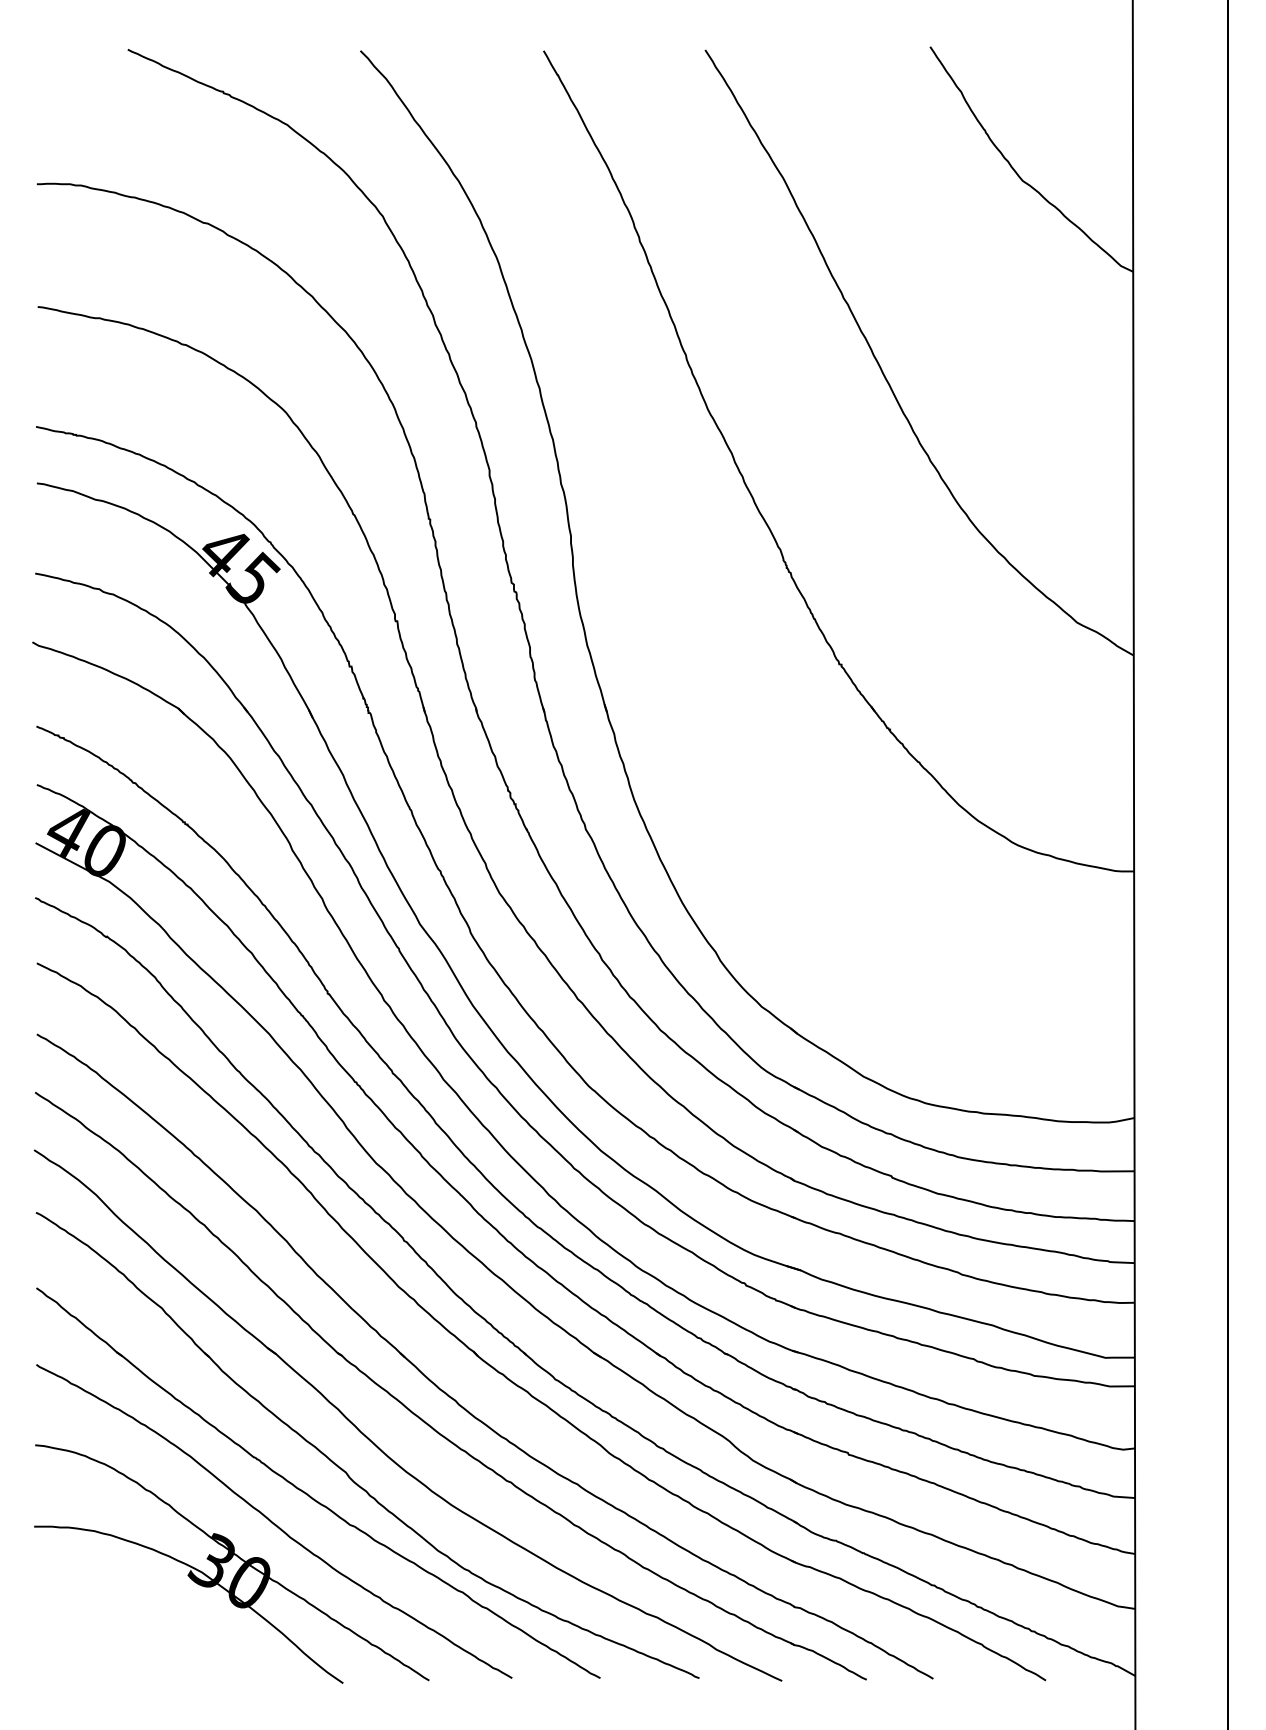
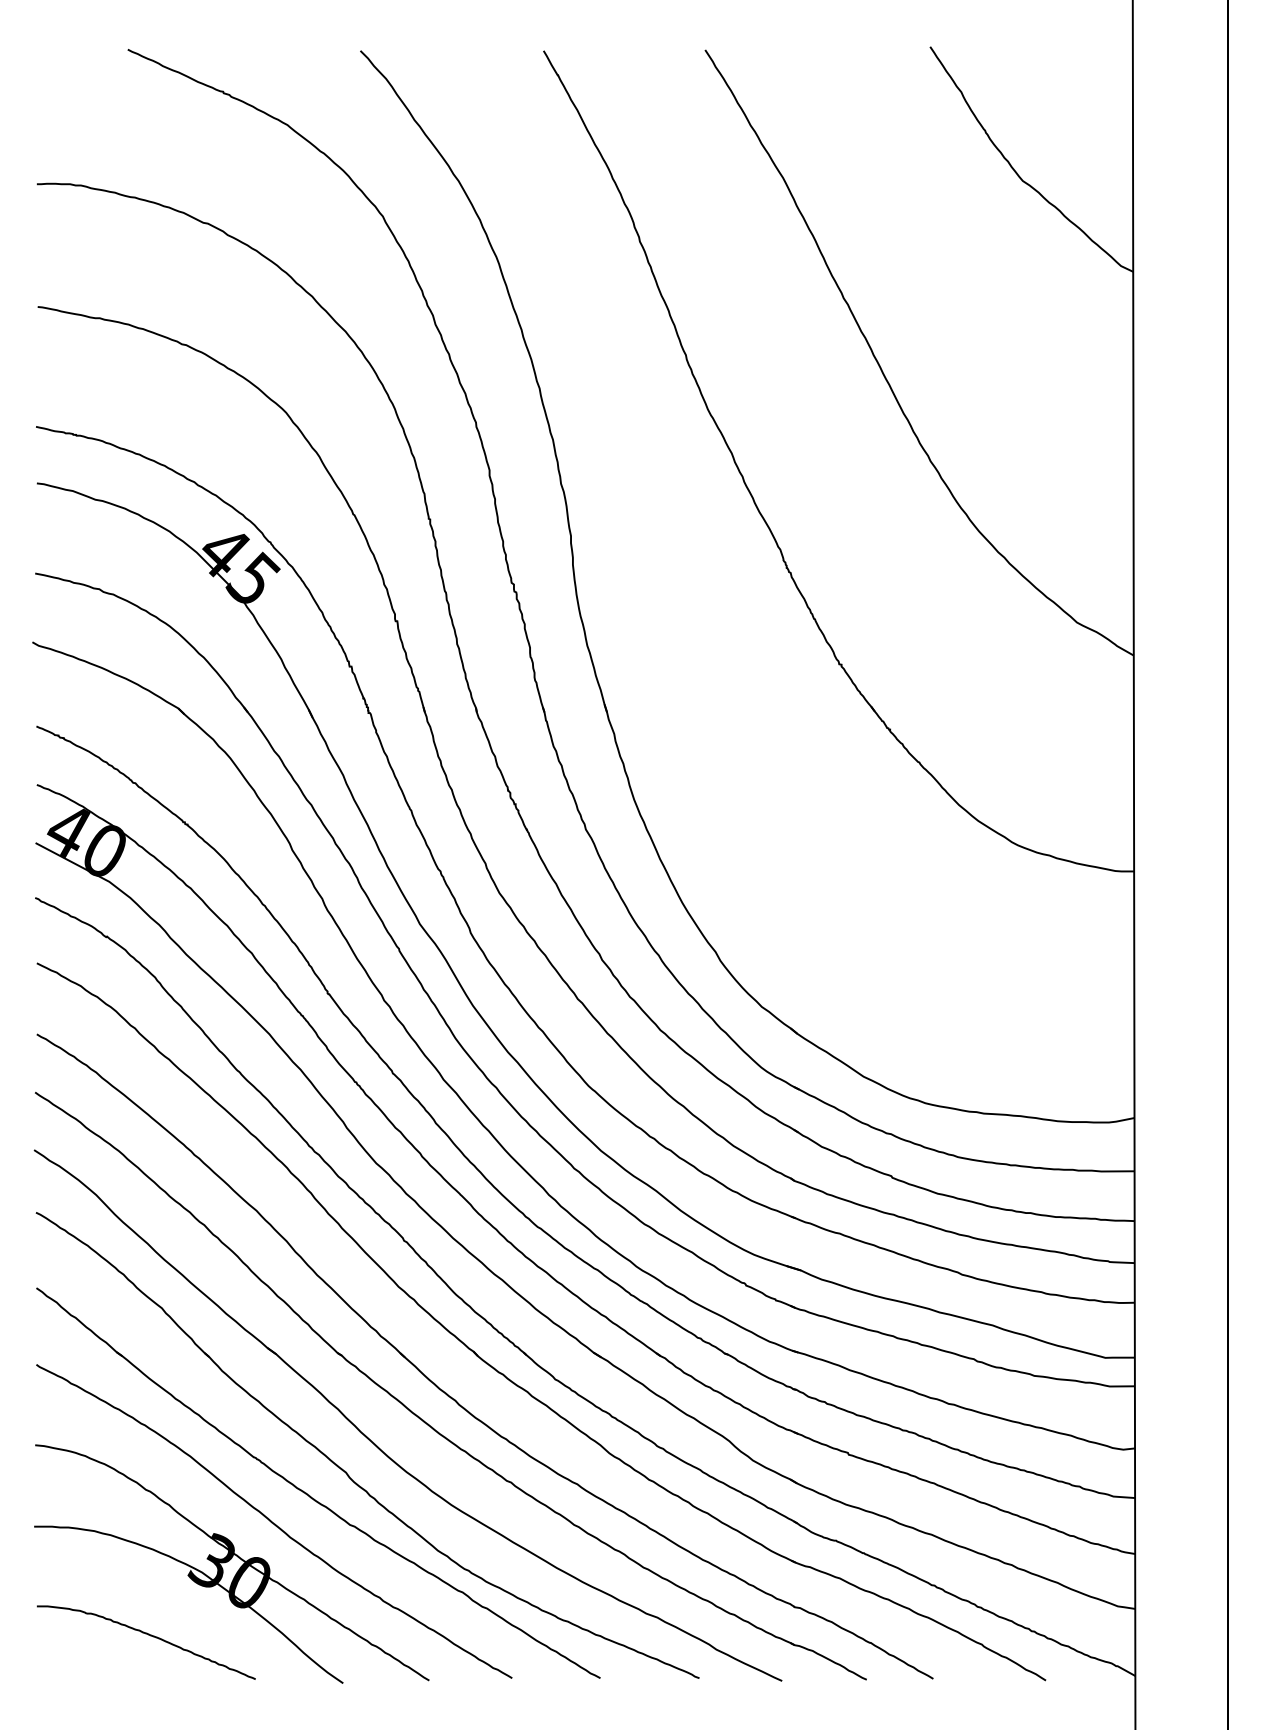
curve at (148, 1635): none -> present
